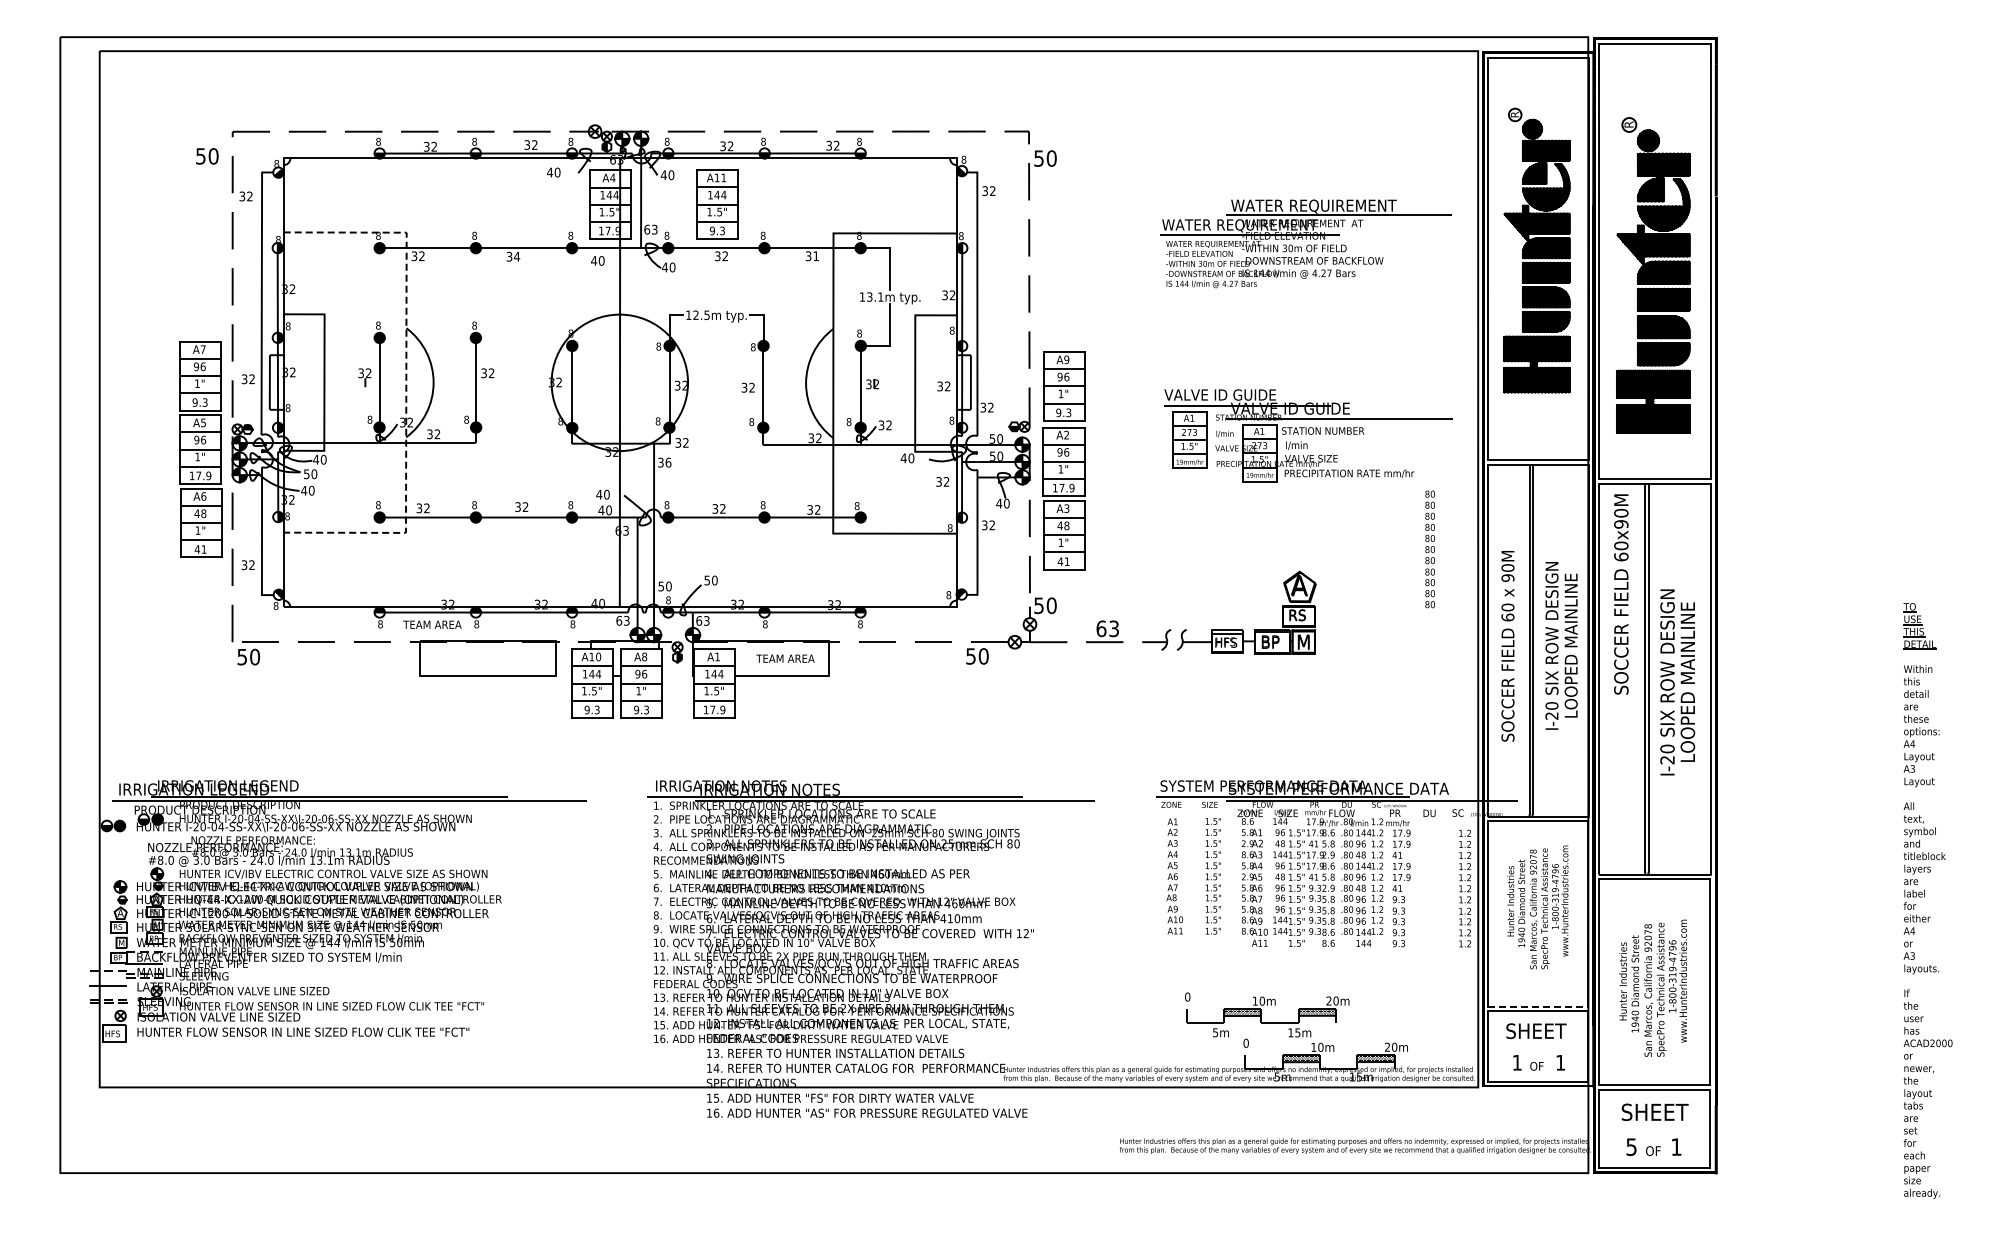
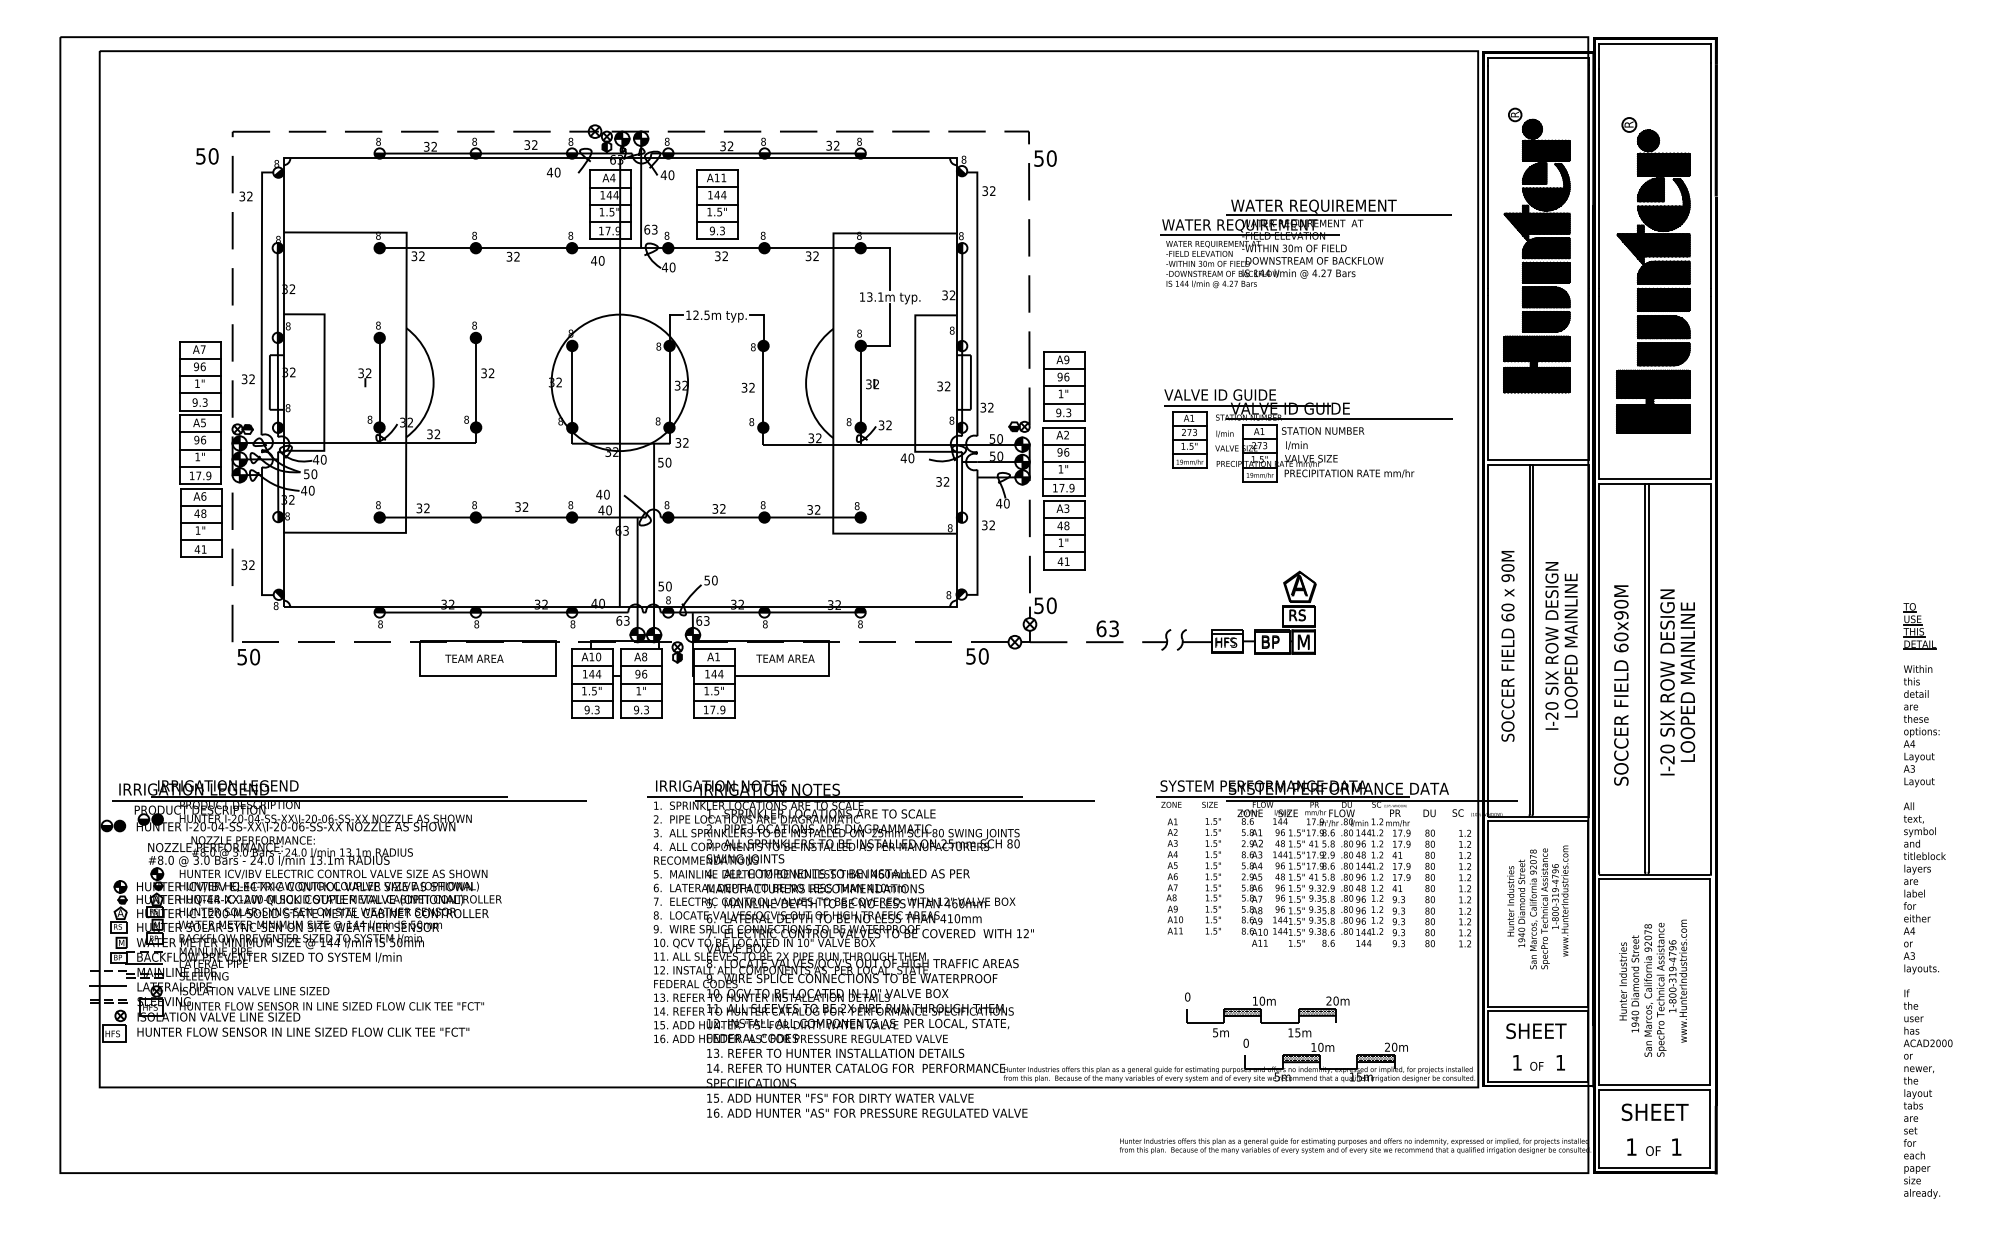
text at (815, 255): 31 -> 32
text at (517, 256): 34 -> 32
line at (406, 382): dashed -> solid
text at (664, 462): 36 -> 50
text at (1429, 549) position: (1429, 549) -> (1429, 888)
text at (1621, 594) position: (1621, 594) -> (1621, 685)
text at (432, 624) position: (432, 624) -> (474, 658)
line at (1537, 1006): dashed -> solid
text at (1631, 1147): 5 -> 1
